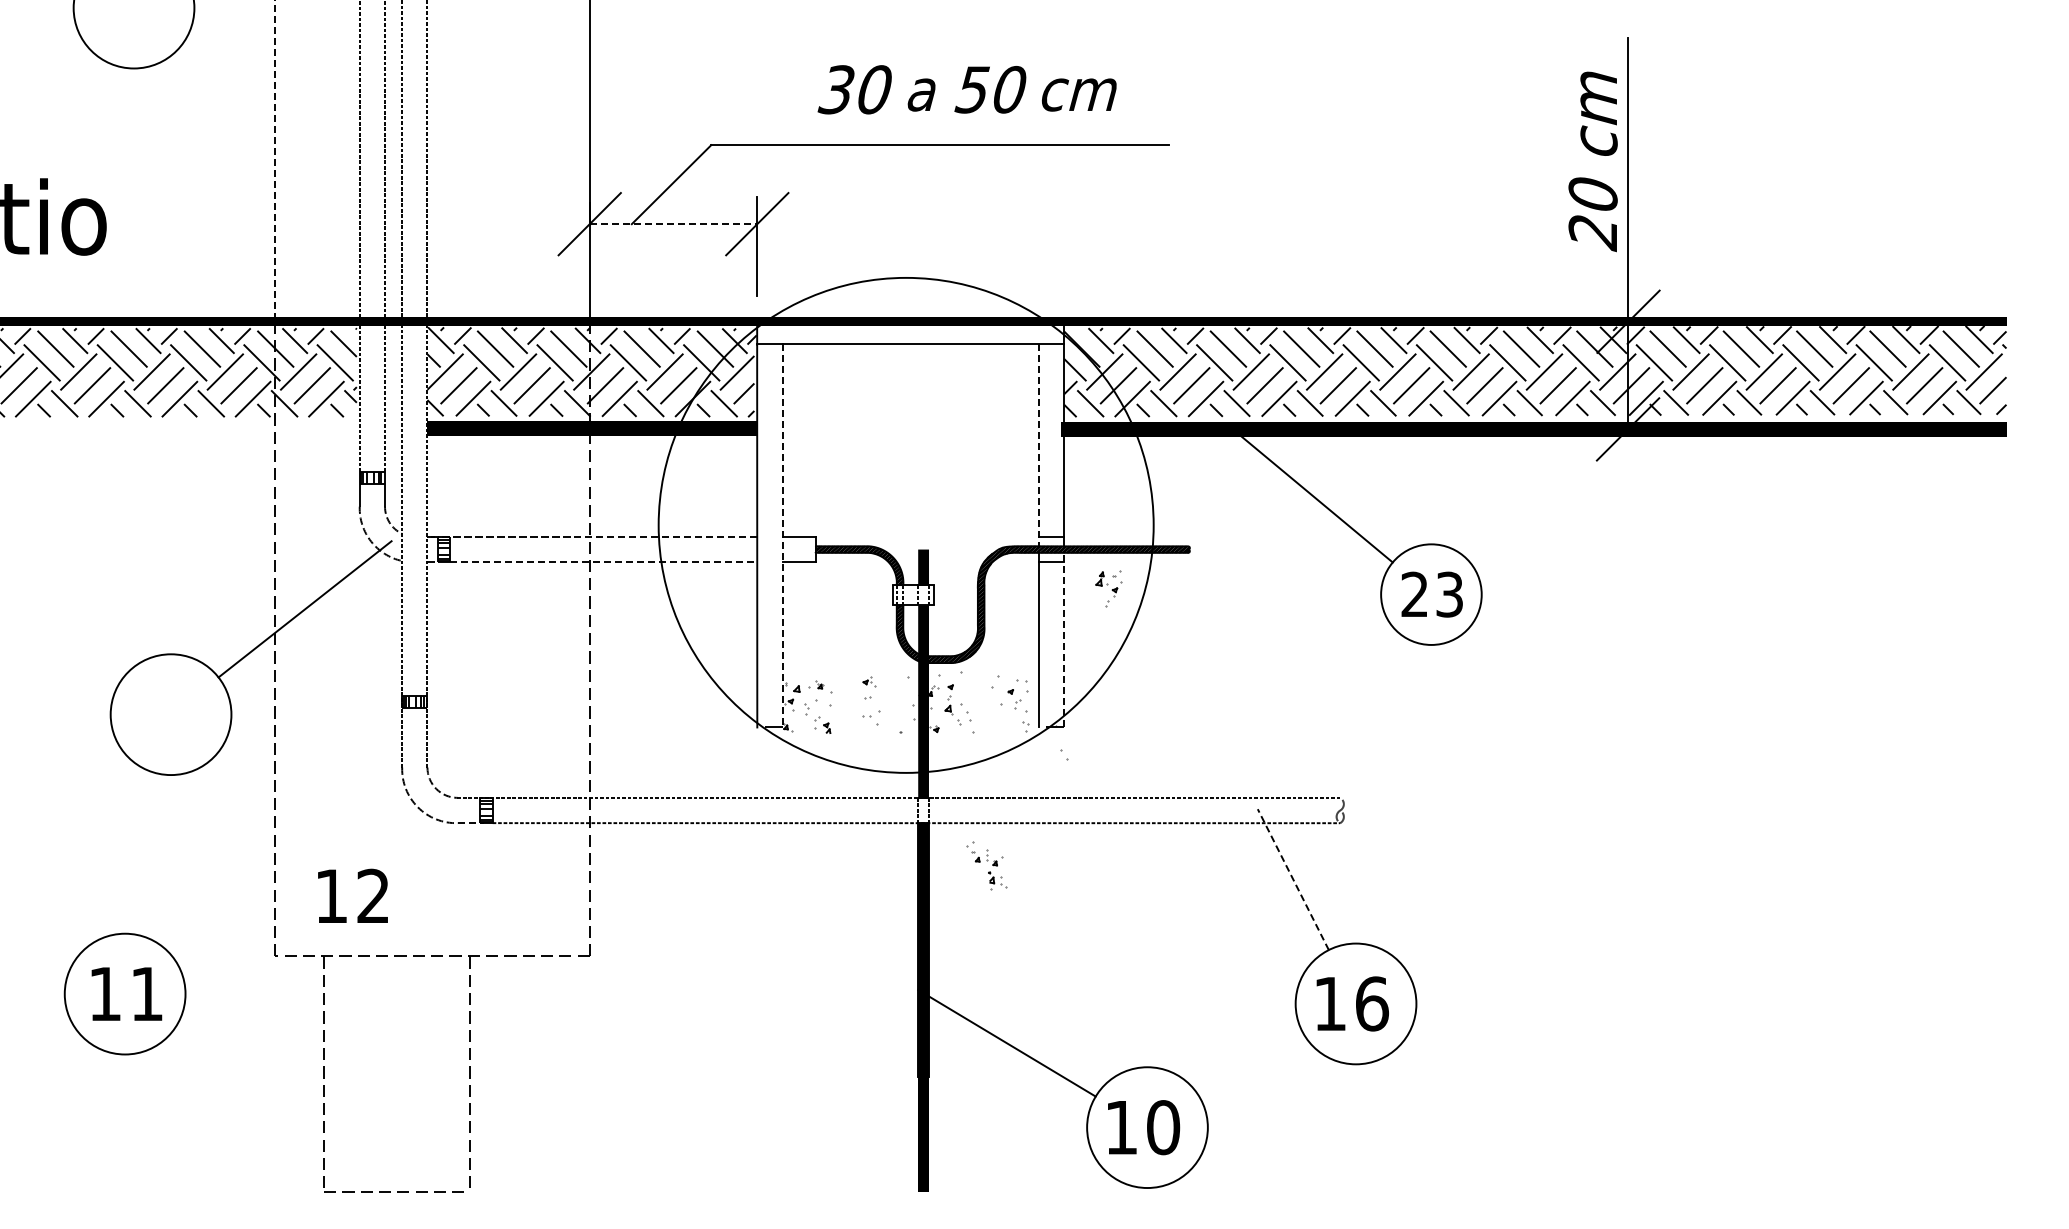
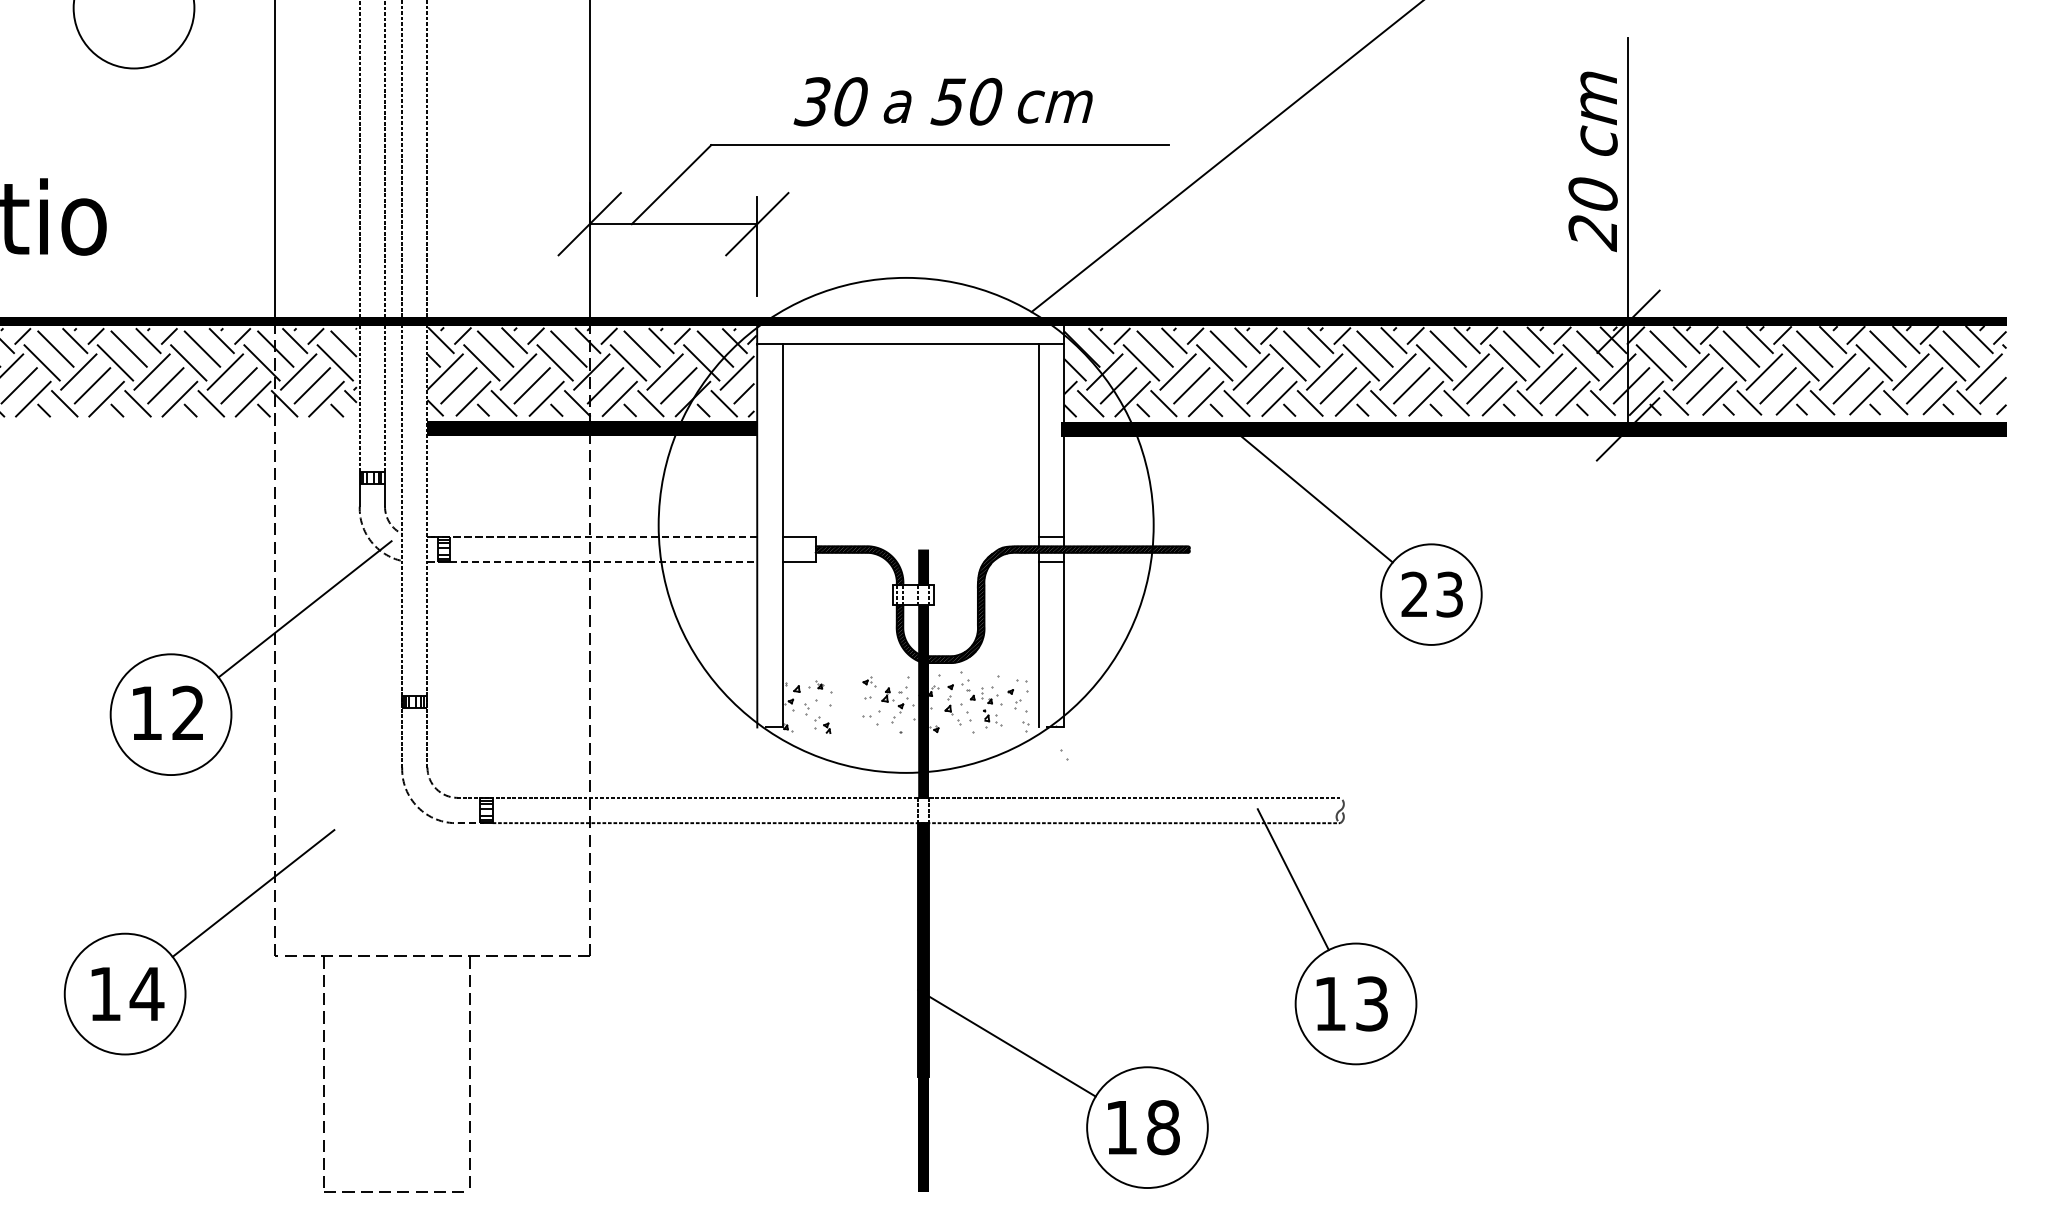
text at (966, 89) position: (966, 89) -> (942, 101)
line at (1225, 157): none -> present
line at (274, 160): dashed -> solid
line at (673, 224): dashed -> solid
line at (1038, 445): dashed -> solid
line at (782, 535): dashed -> solid
part at (1108, 588) position: (1108, 588) -> (894, 704)
line at (1064, 639): dashed -> solid
part at (986, 865) position: (986, 865) -> (981, 703)
line at (1293, 879): dashed -> solid
line at (253, 893): none -> present
text at (352, 895) position: (352, 895) -> (167, 712)
text at (146, 993): 11 -> 14
text at (1372, 1003): 16 -> 13
text at (1163, 1127): 10 -> 18
